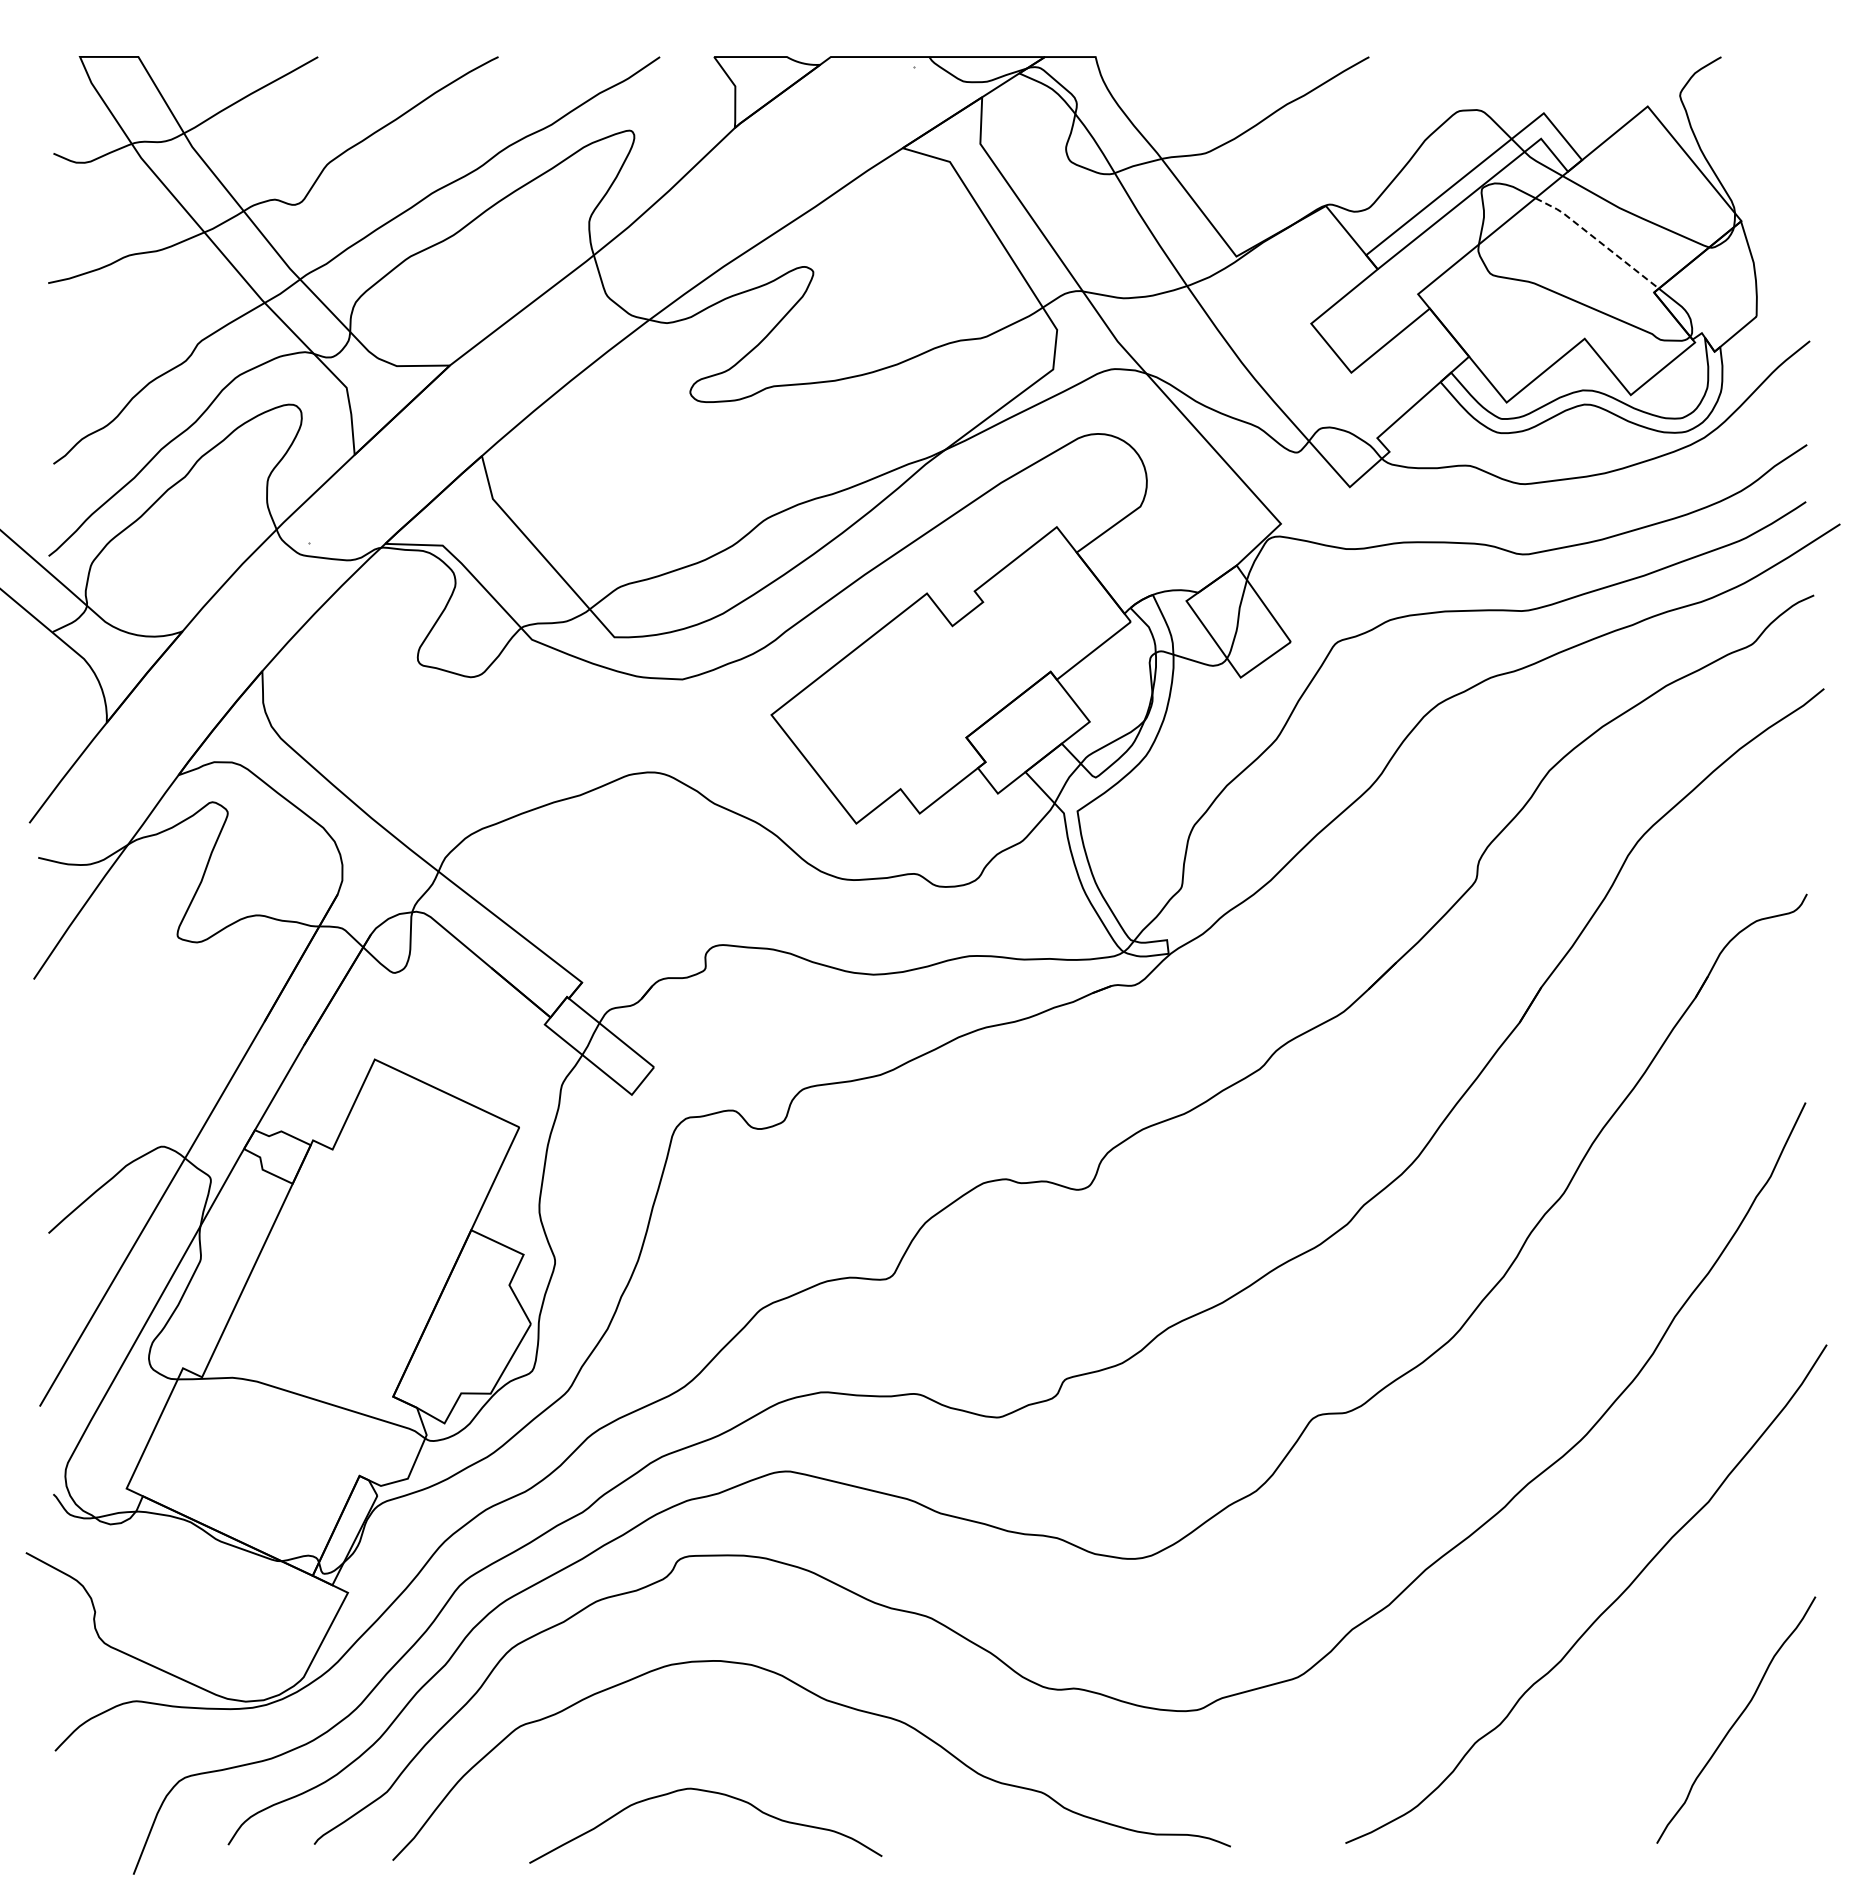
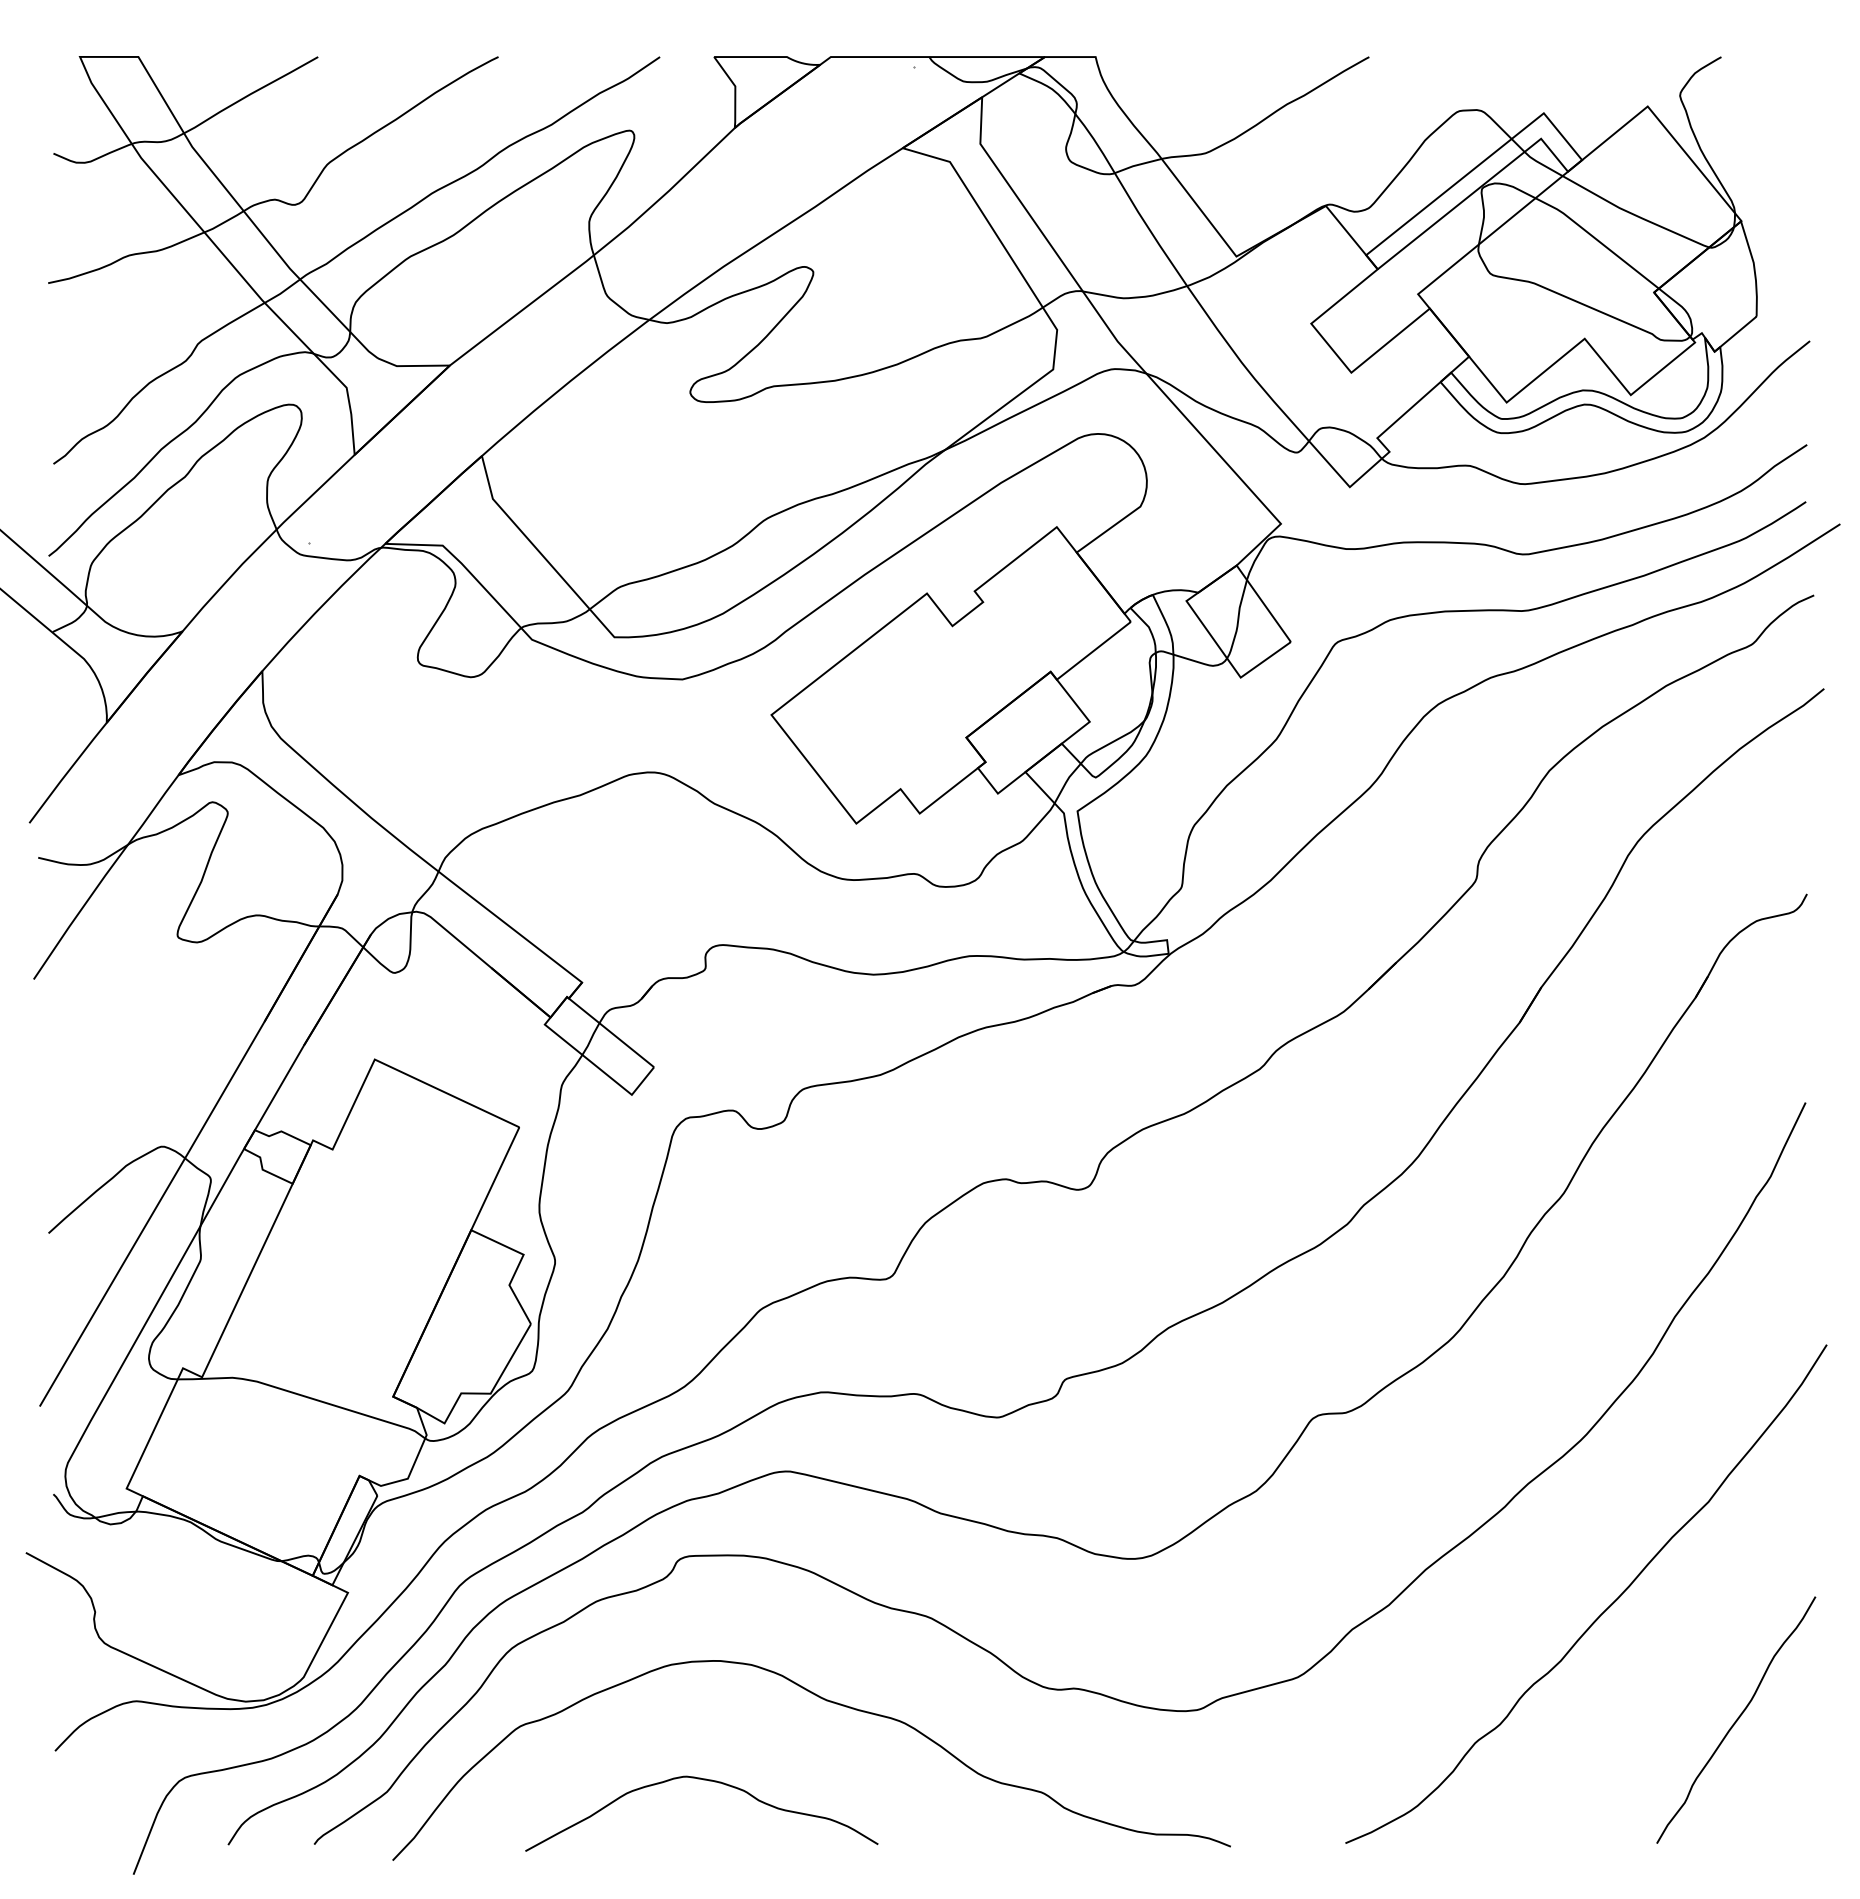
line at (1597, 240): dashed -> solid
curve at (713, 1793) position: (713, 1793) -> (709, 1781)
